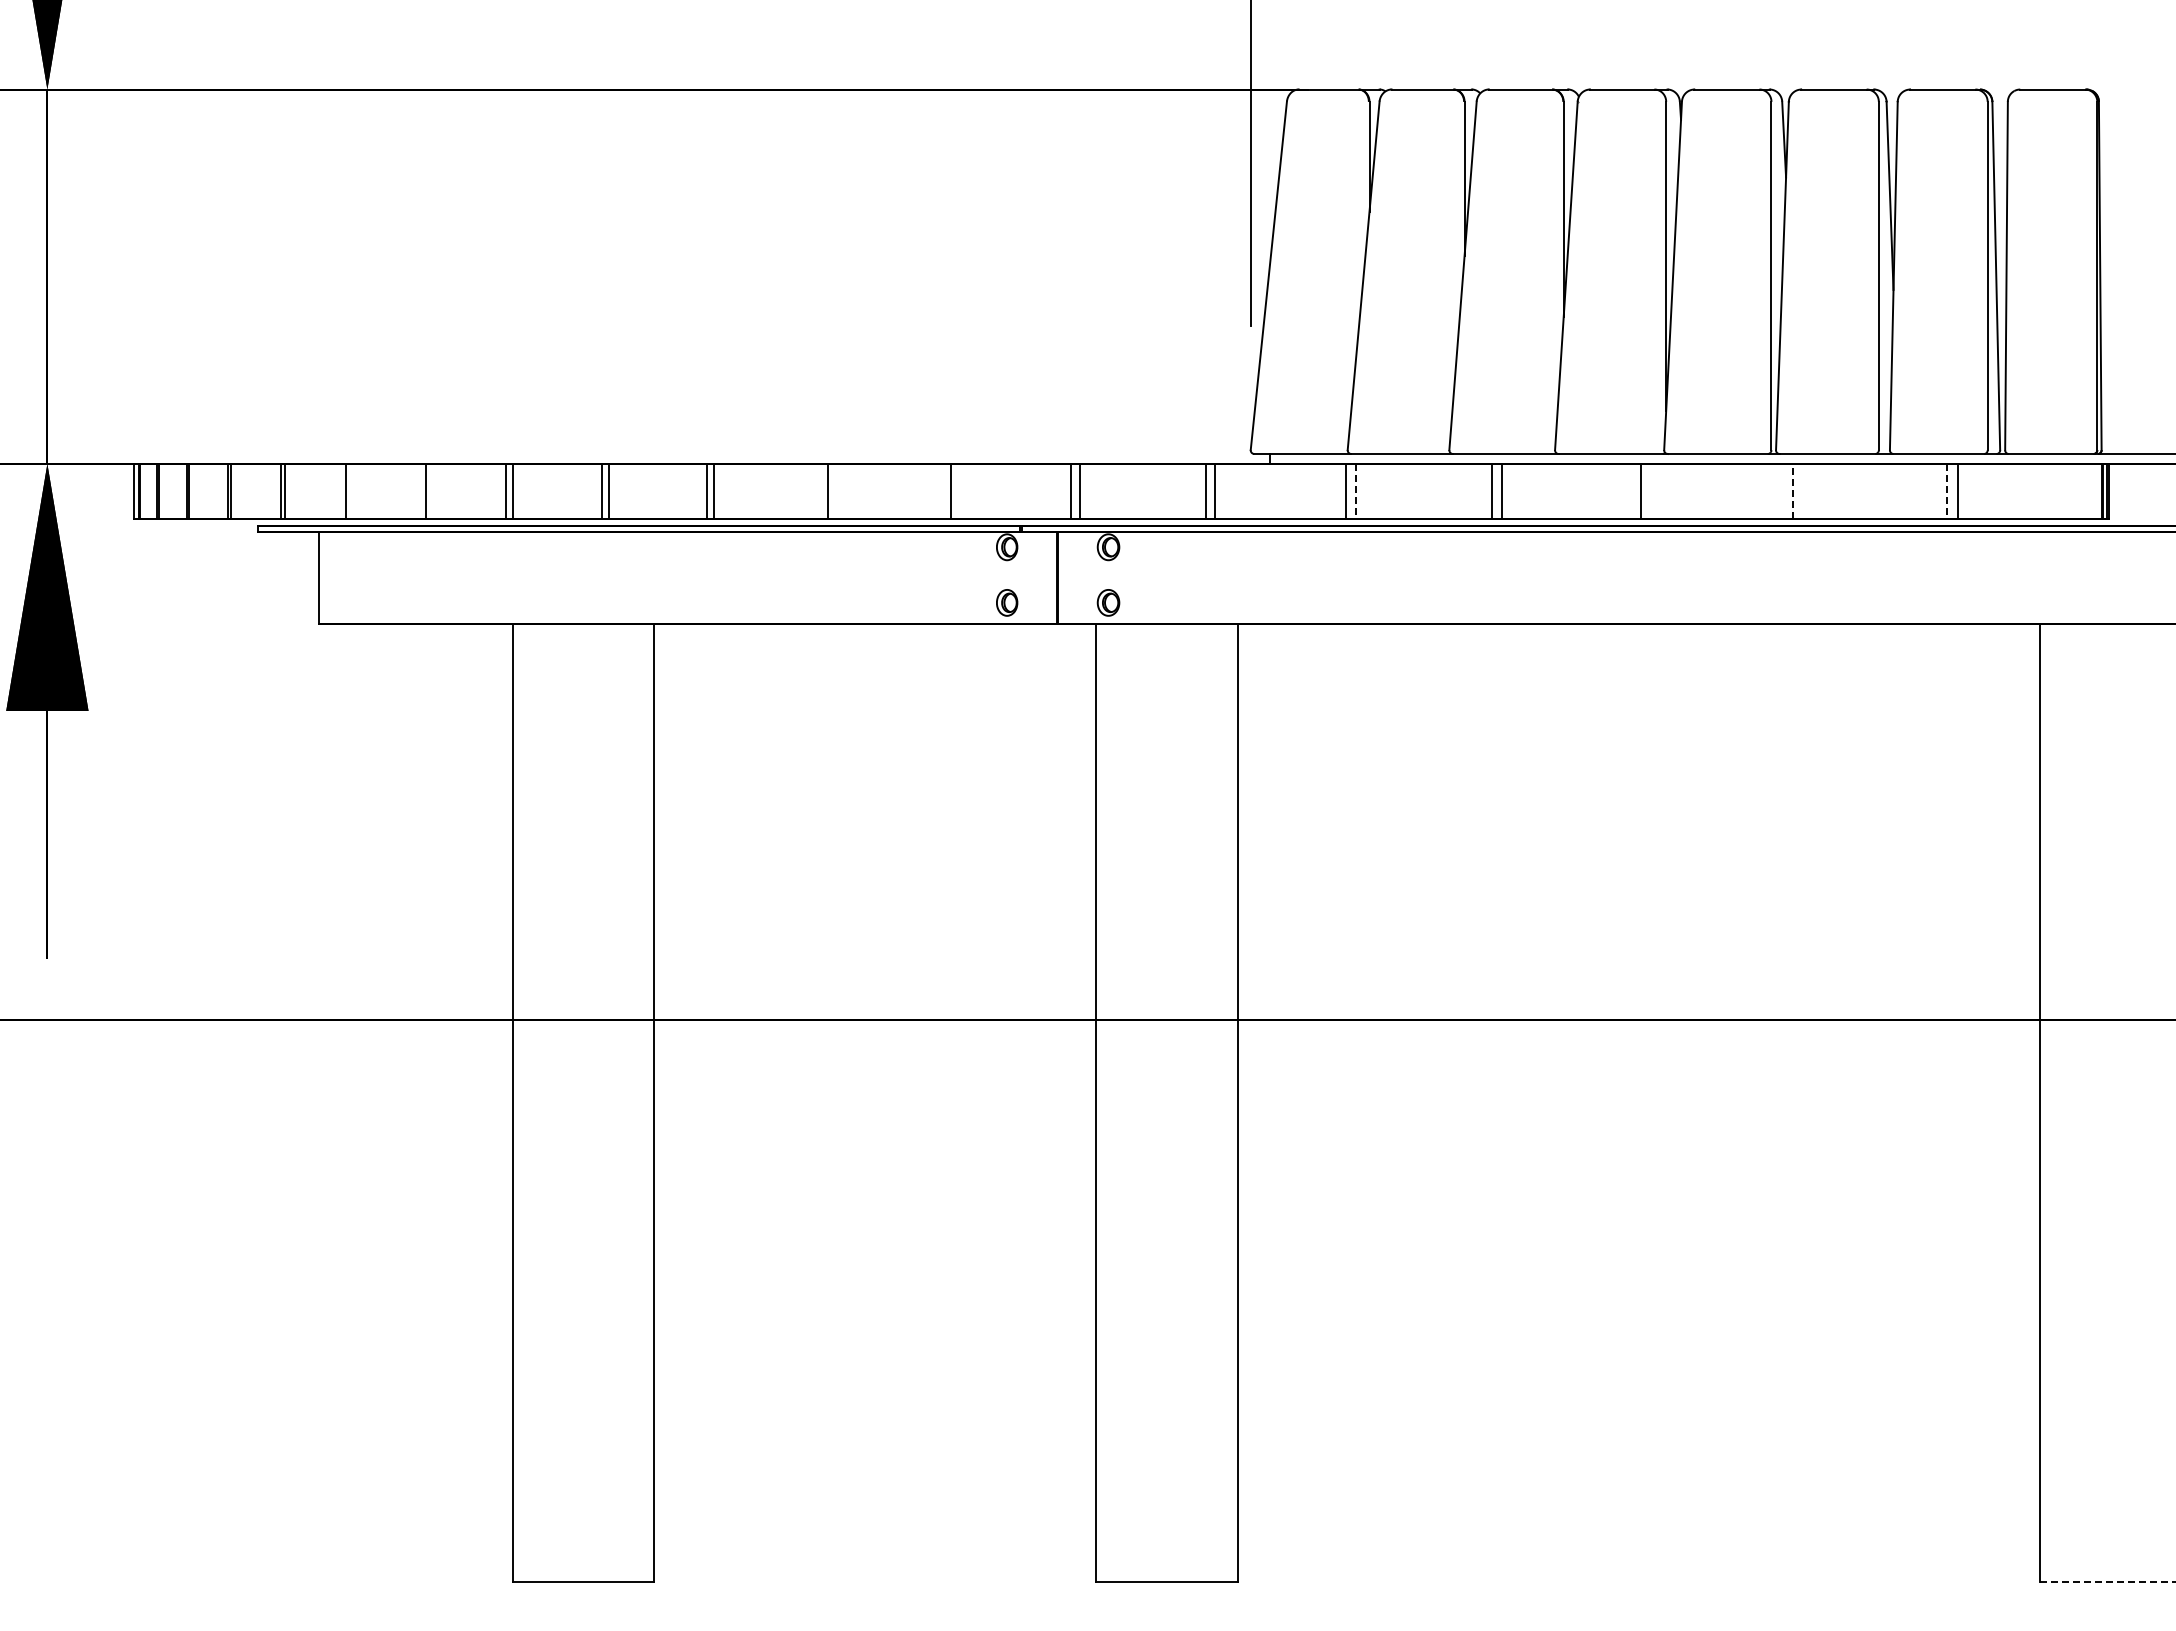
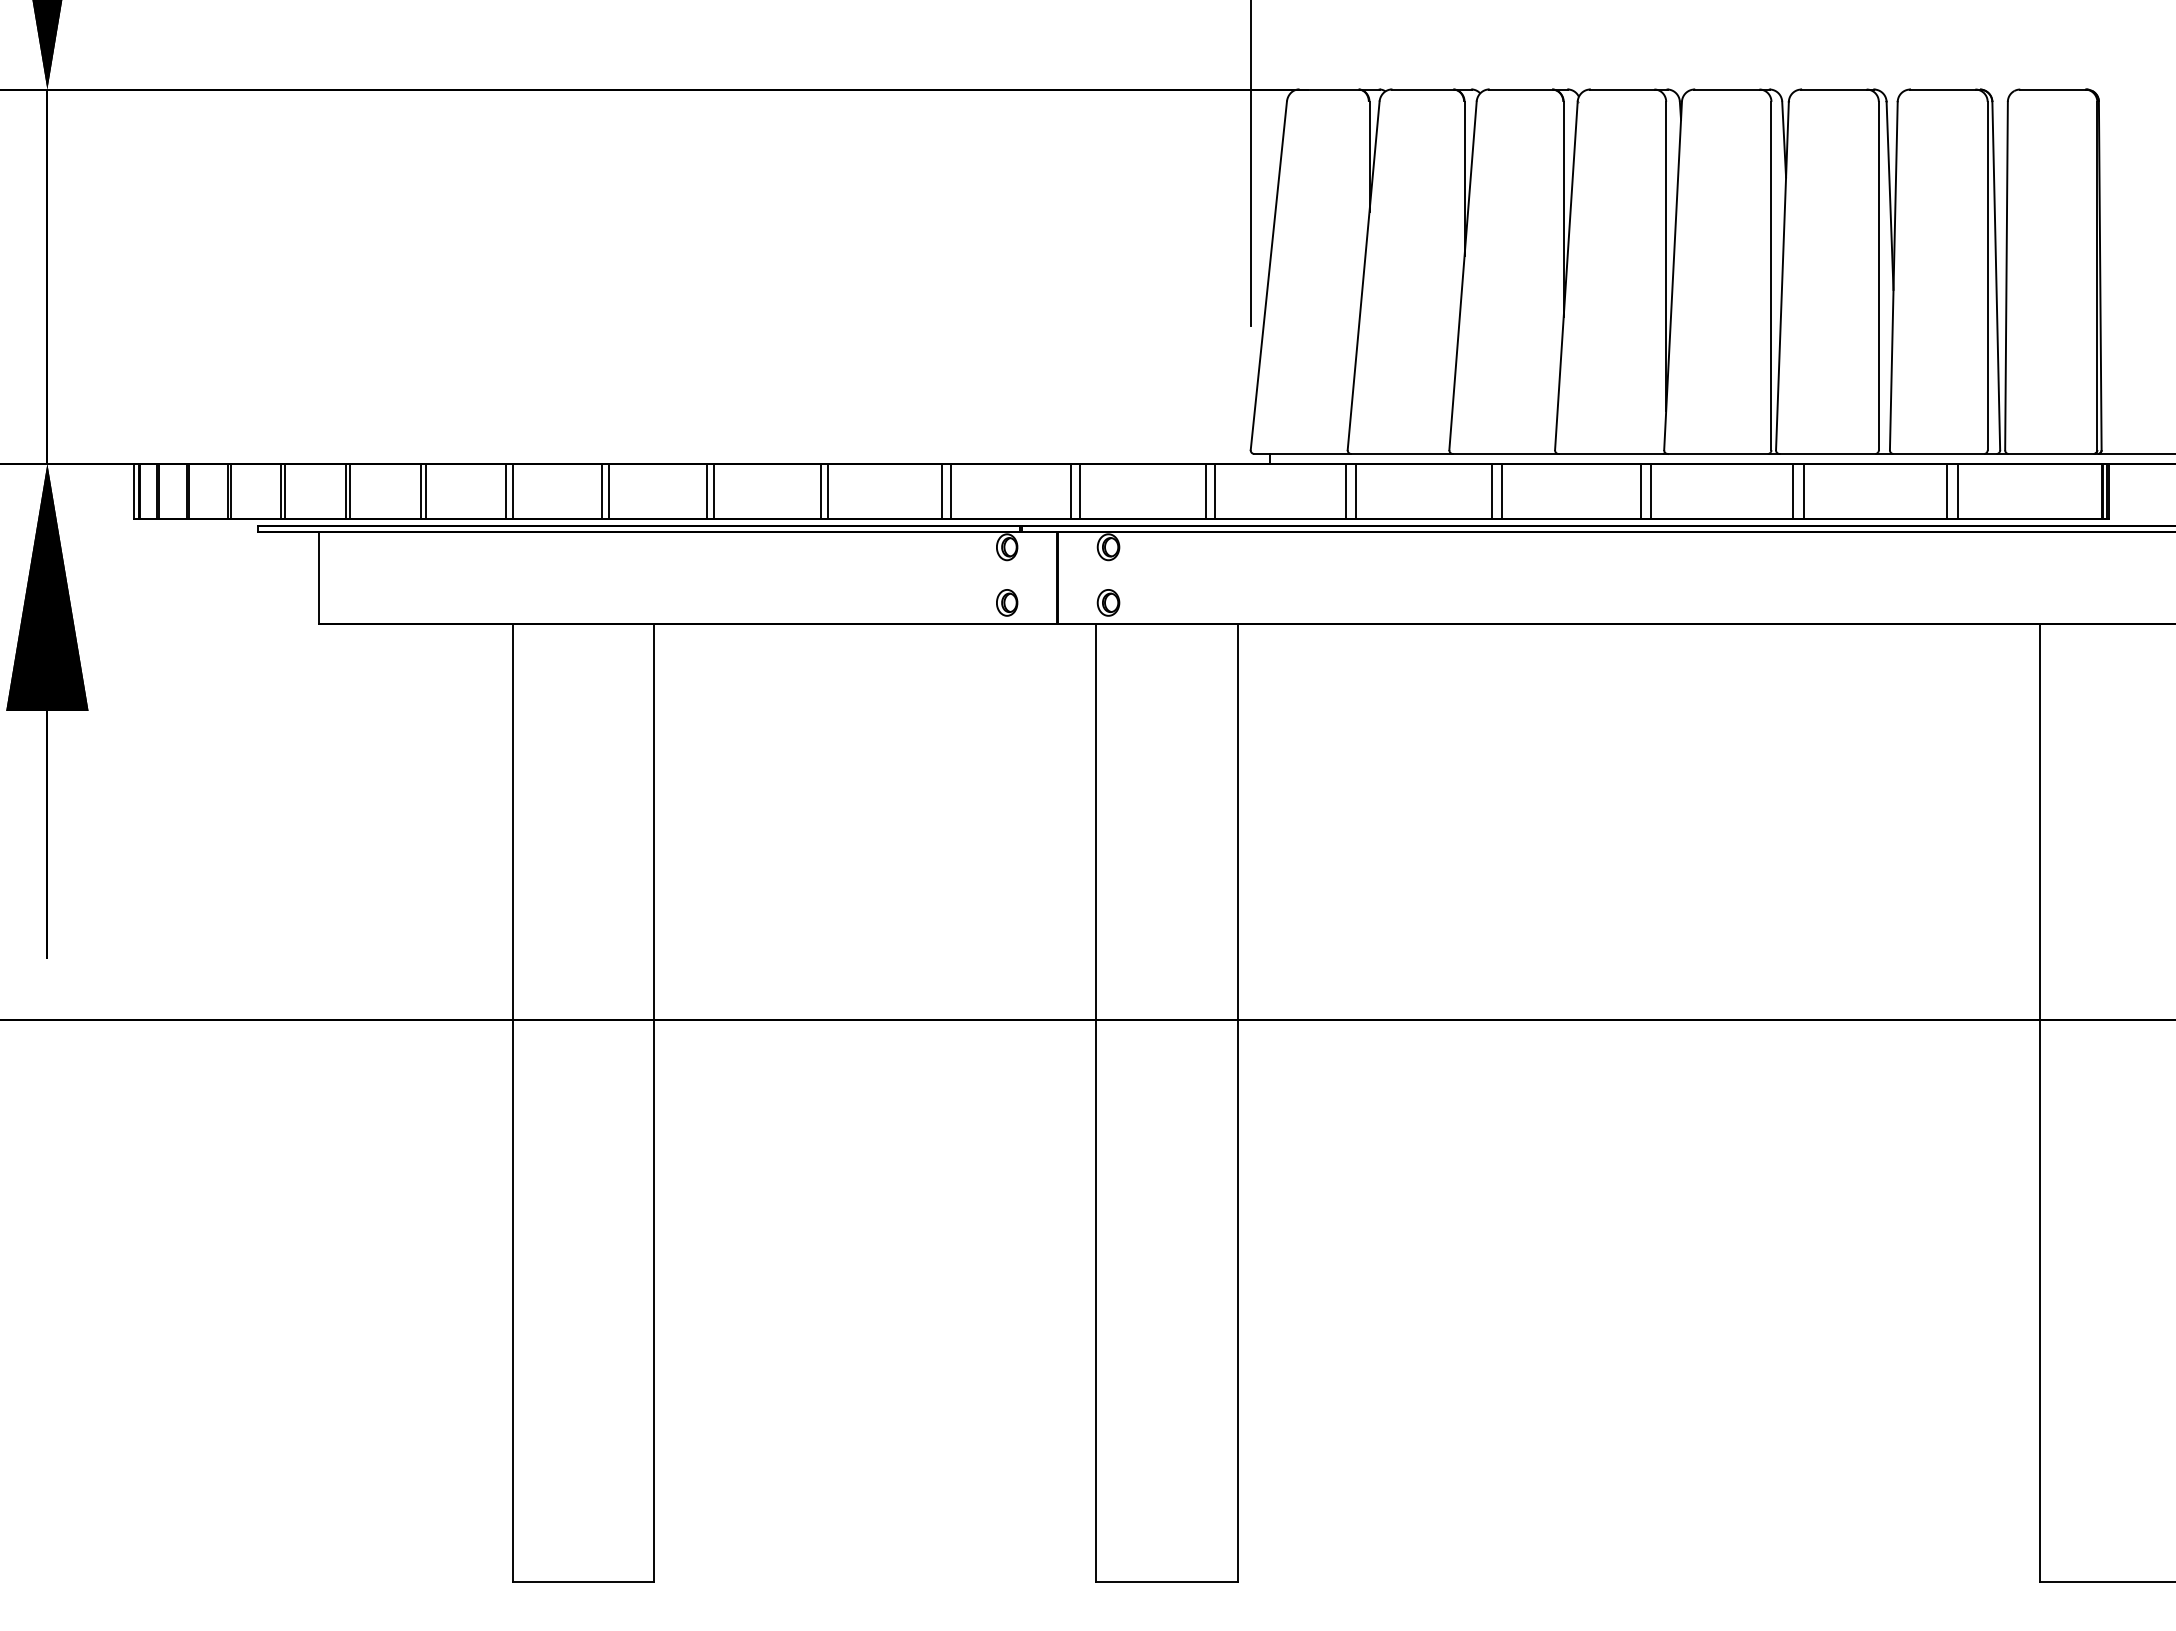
line at (350, 491): none -> present
line at (420, 491): none -> present
line at (820, 491): none -> present
line at (941, 491): none -> present
line at (1356, 491): dashed -> solid
line at (1651, 491): none -> present
line at (1793, 491): dashed -> solid
line at (1803, 491): none -> present
line at (1947, 491): dashed -> solid
line at (2107, 1581): dashed -> solid
